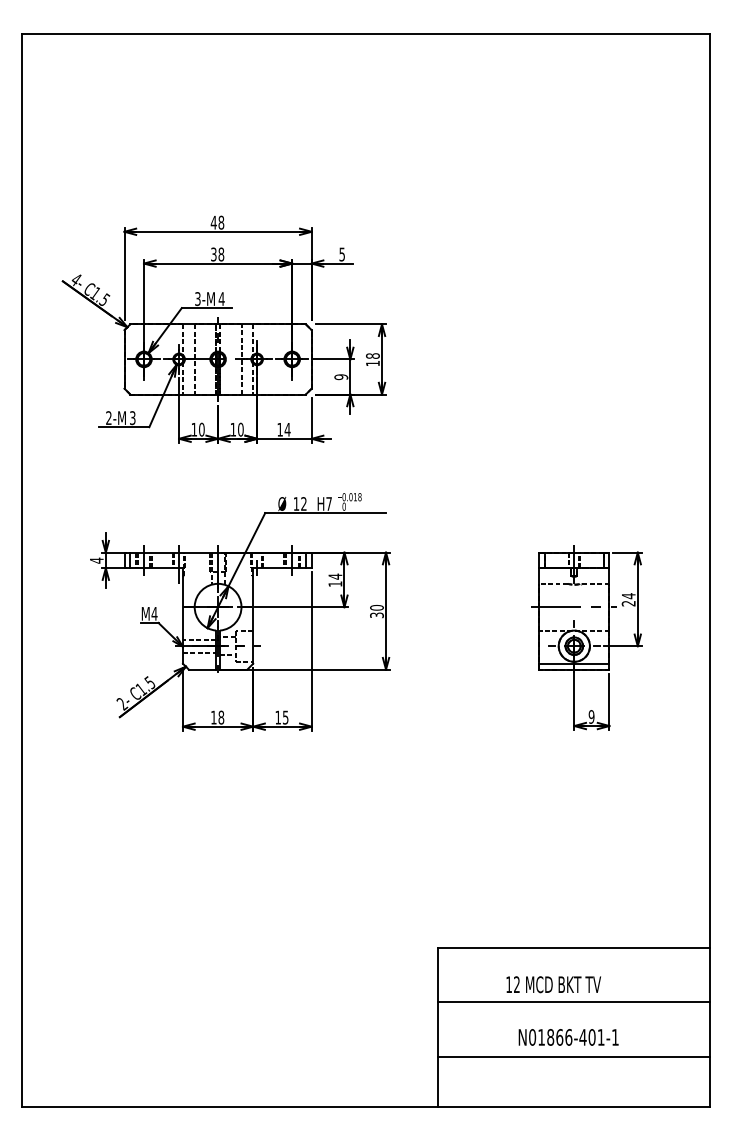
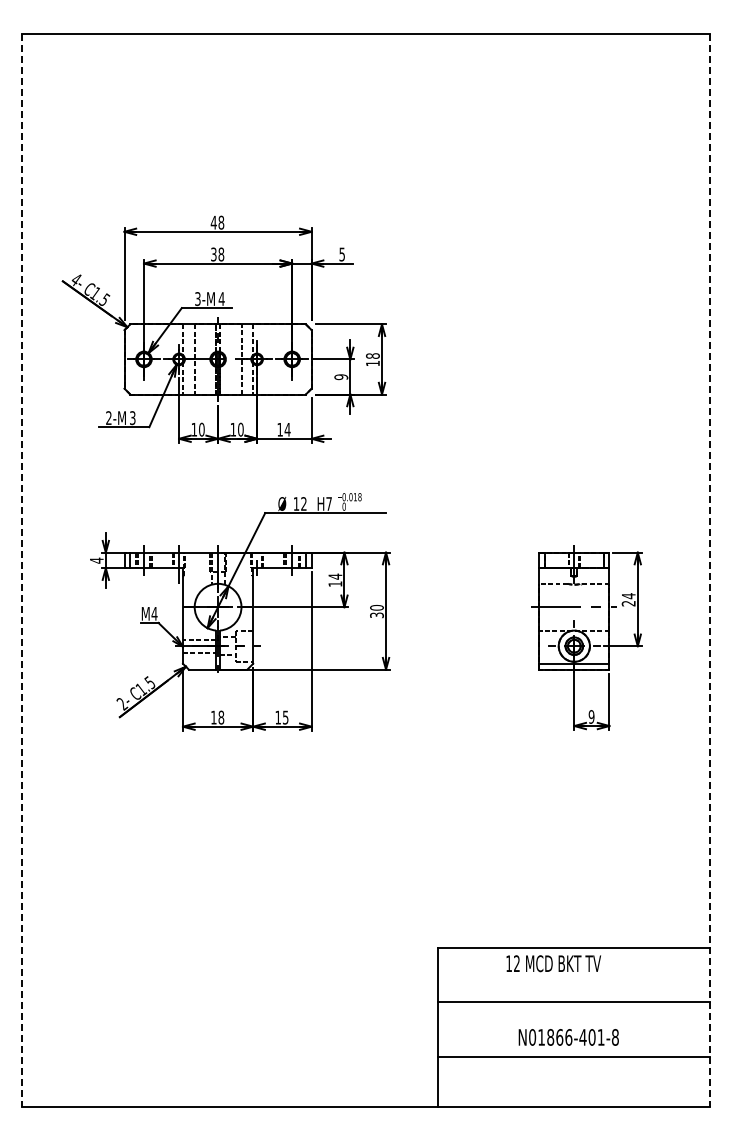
line at (21, 570): solid -> dashed
line at (710, 570): solid -> dashed
text at (553, 984) position: (553, 984) -> (553, 963)
text at (615, 1037): N01866-401-1 -> N01866-401-8
